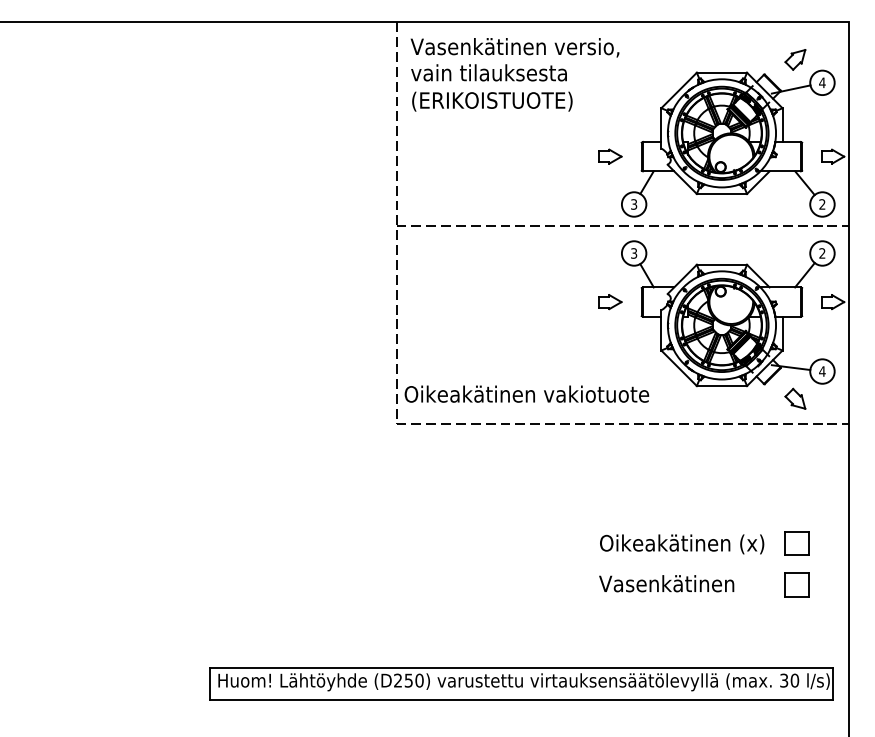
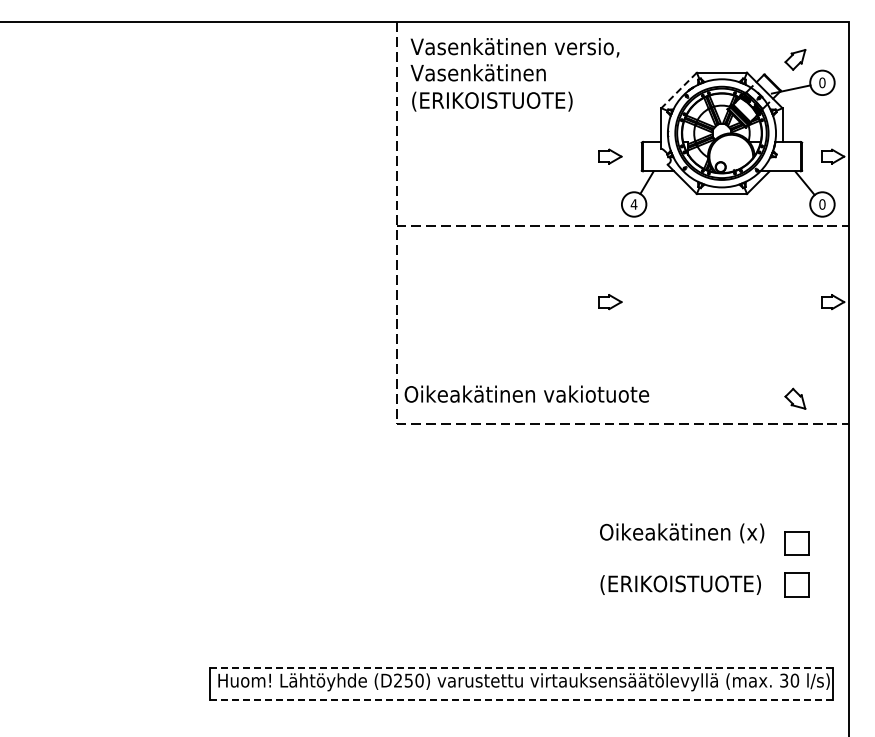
text at (488, 72): vain tilauksesta -> Vasenkätinen
text at (822, 82): 4 -> 0
line at (678, 90): solid -> dashed
text at (633, 204): 3 -> 4
text at (822, 204): 2 -> 0
part at (728, 313): present -> none
text at (682, 544) position: (682, 544) -> (682, 533)
text at (679, 584): Vasenkätinen -> (ERIKOISTUOTE)
line at (521, 668): solid -> dashed
line at (521, 700): solid -> dashed
